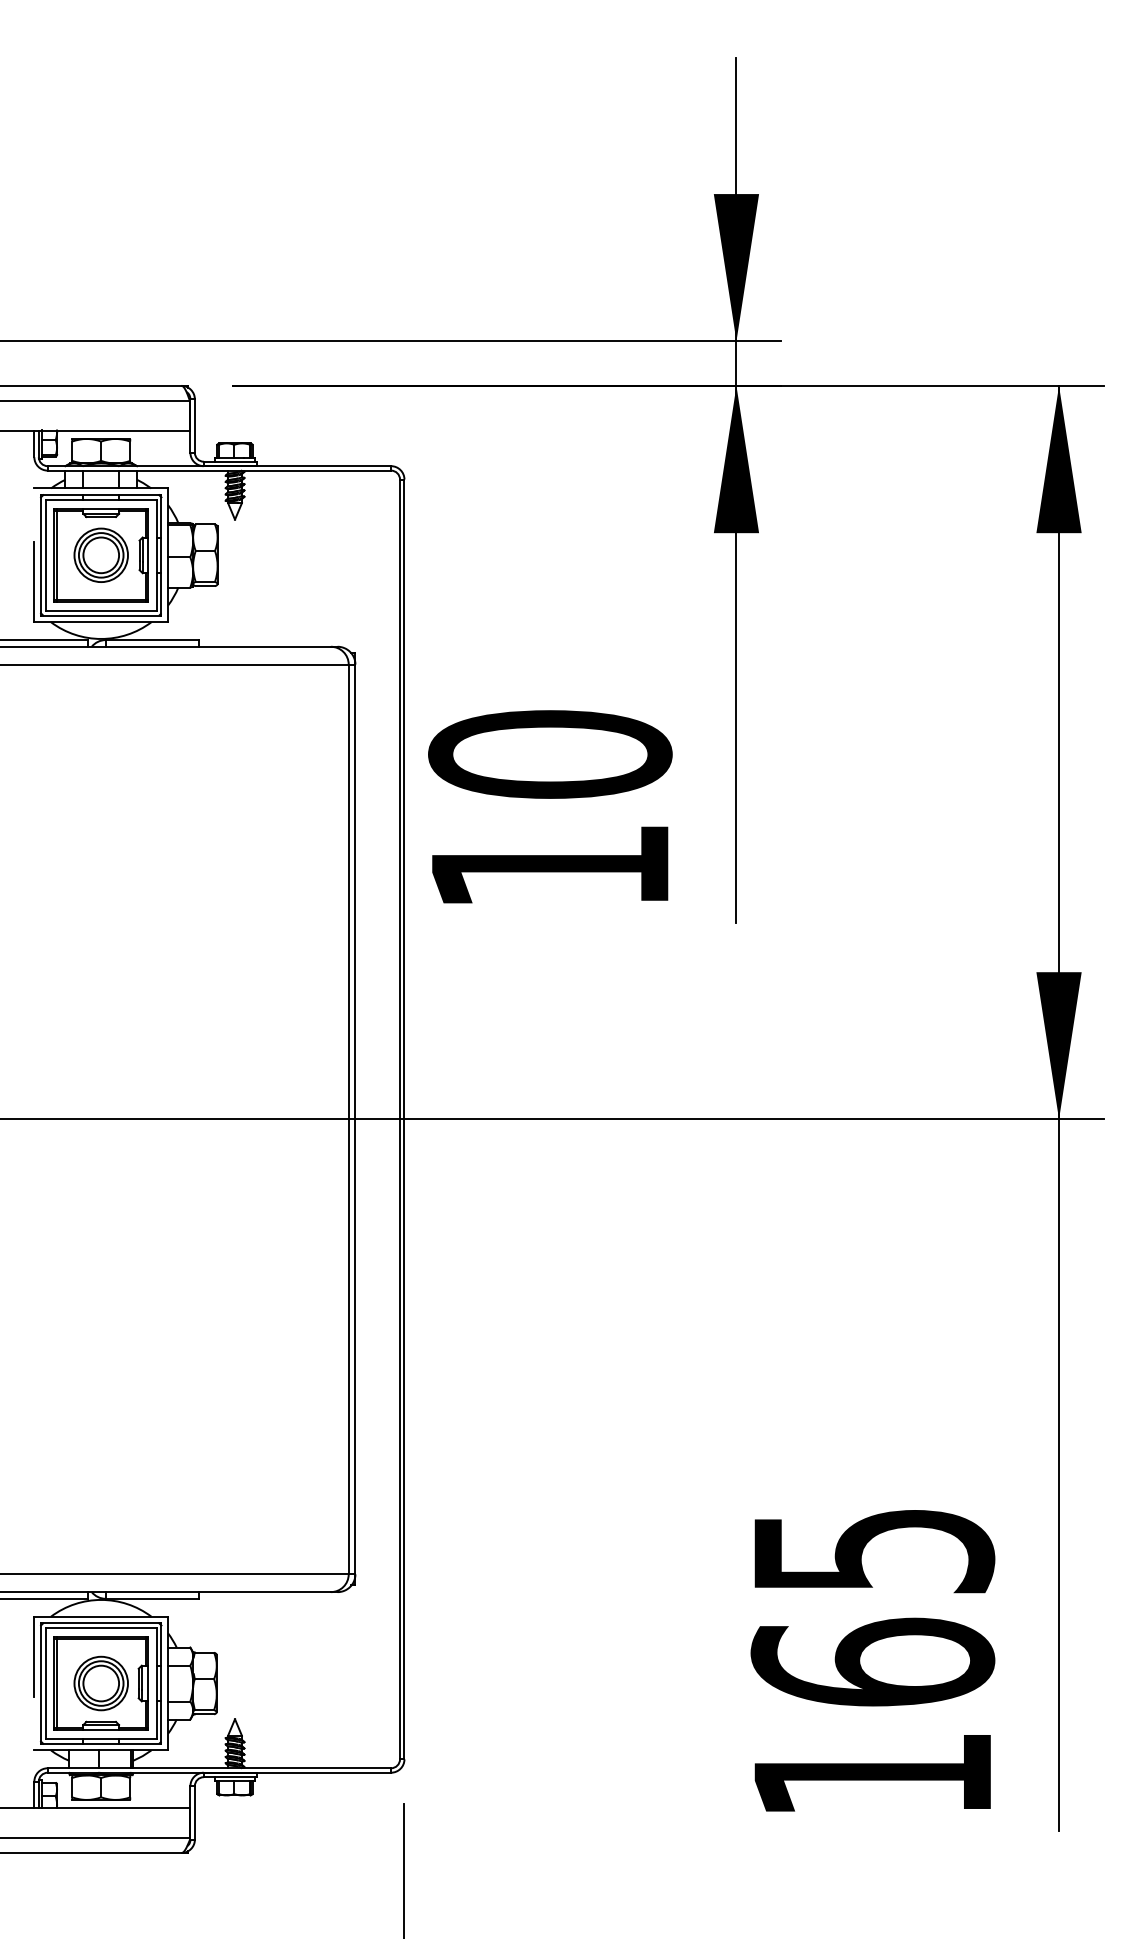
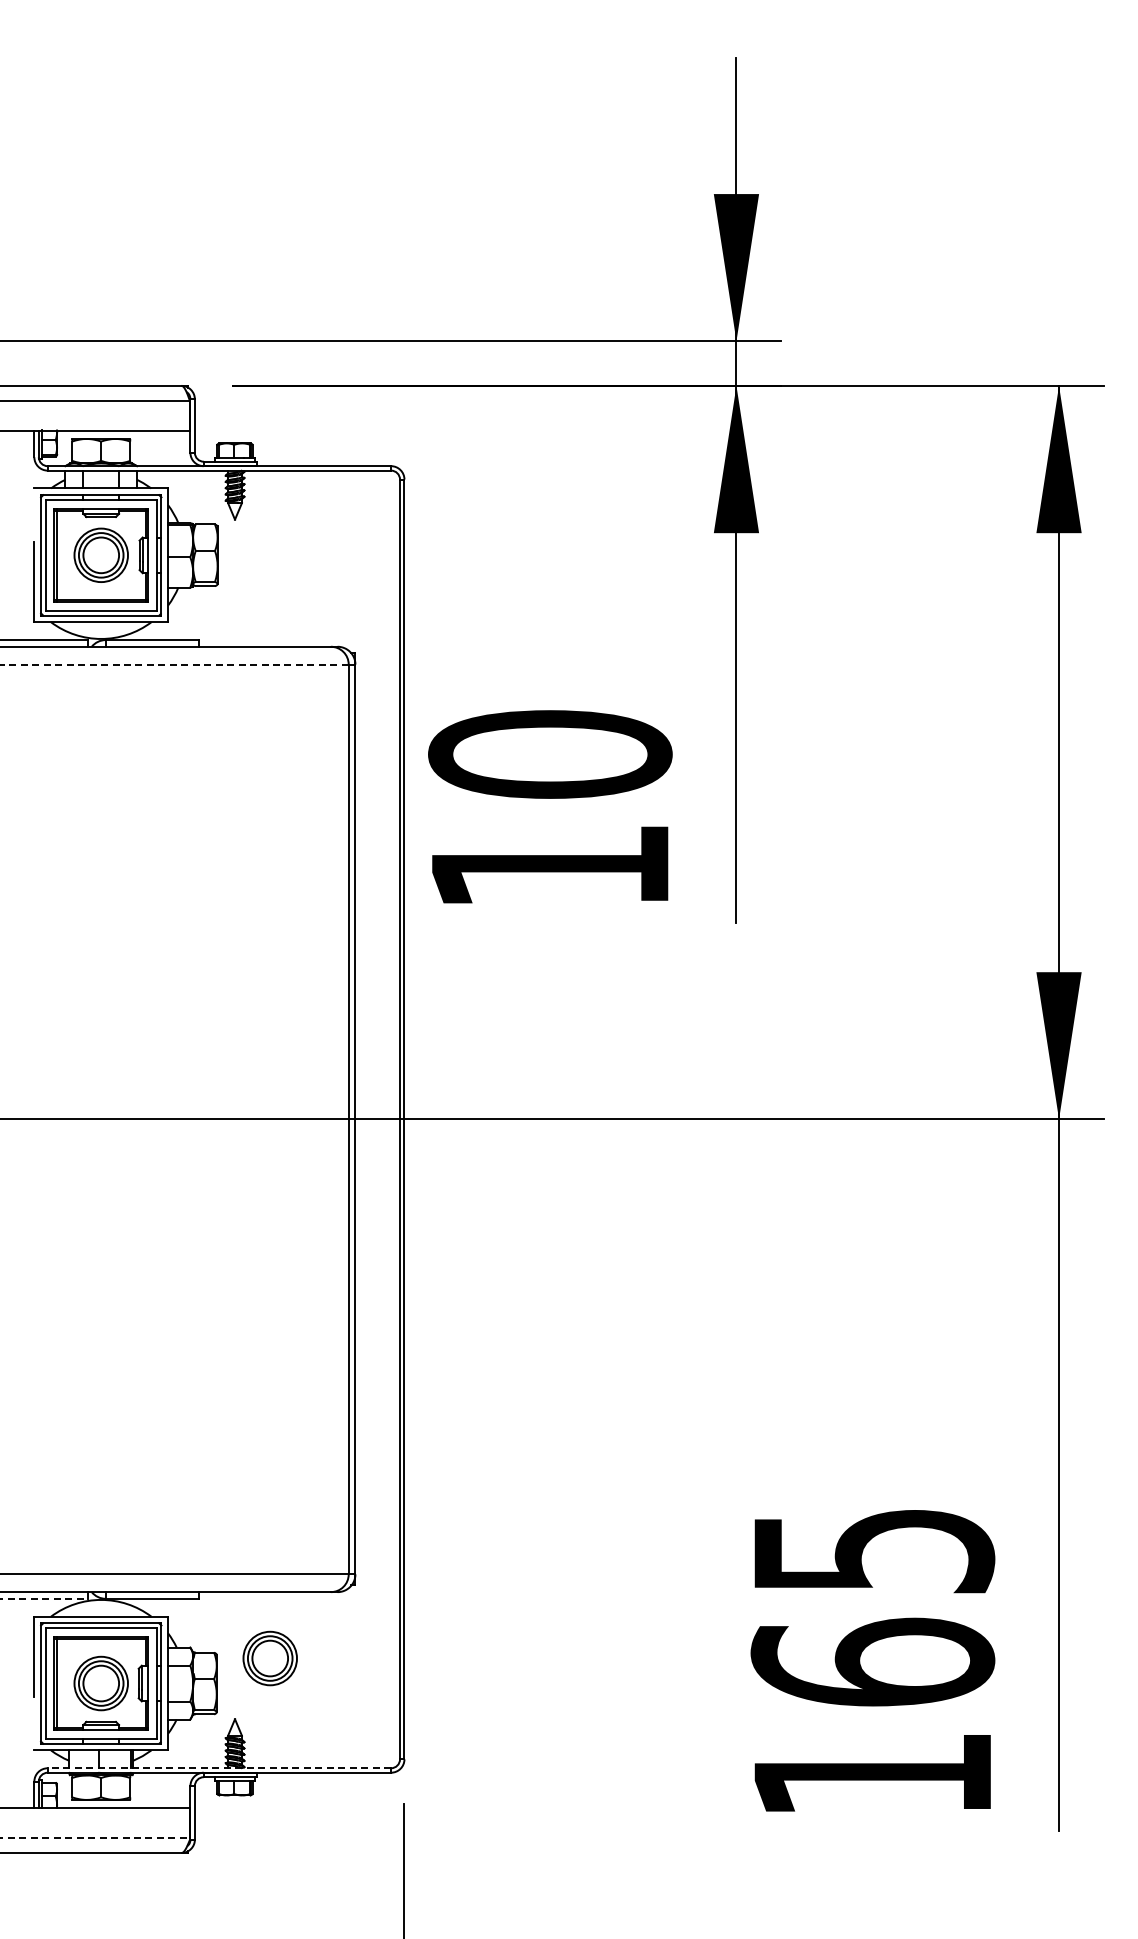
line at (174, 664): solid -> dashed
line at (44, 1598): solid -> dashed
part at (269, 1658): none -> present
line at (219, 1768): solid -> dashed
line at (95, 1837): solid -> dashed
